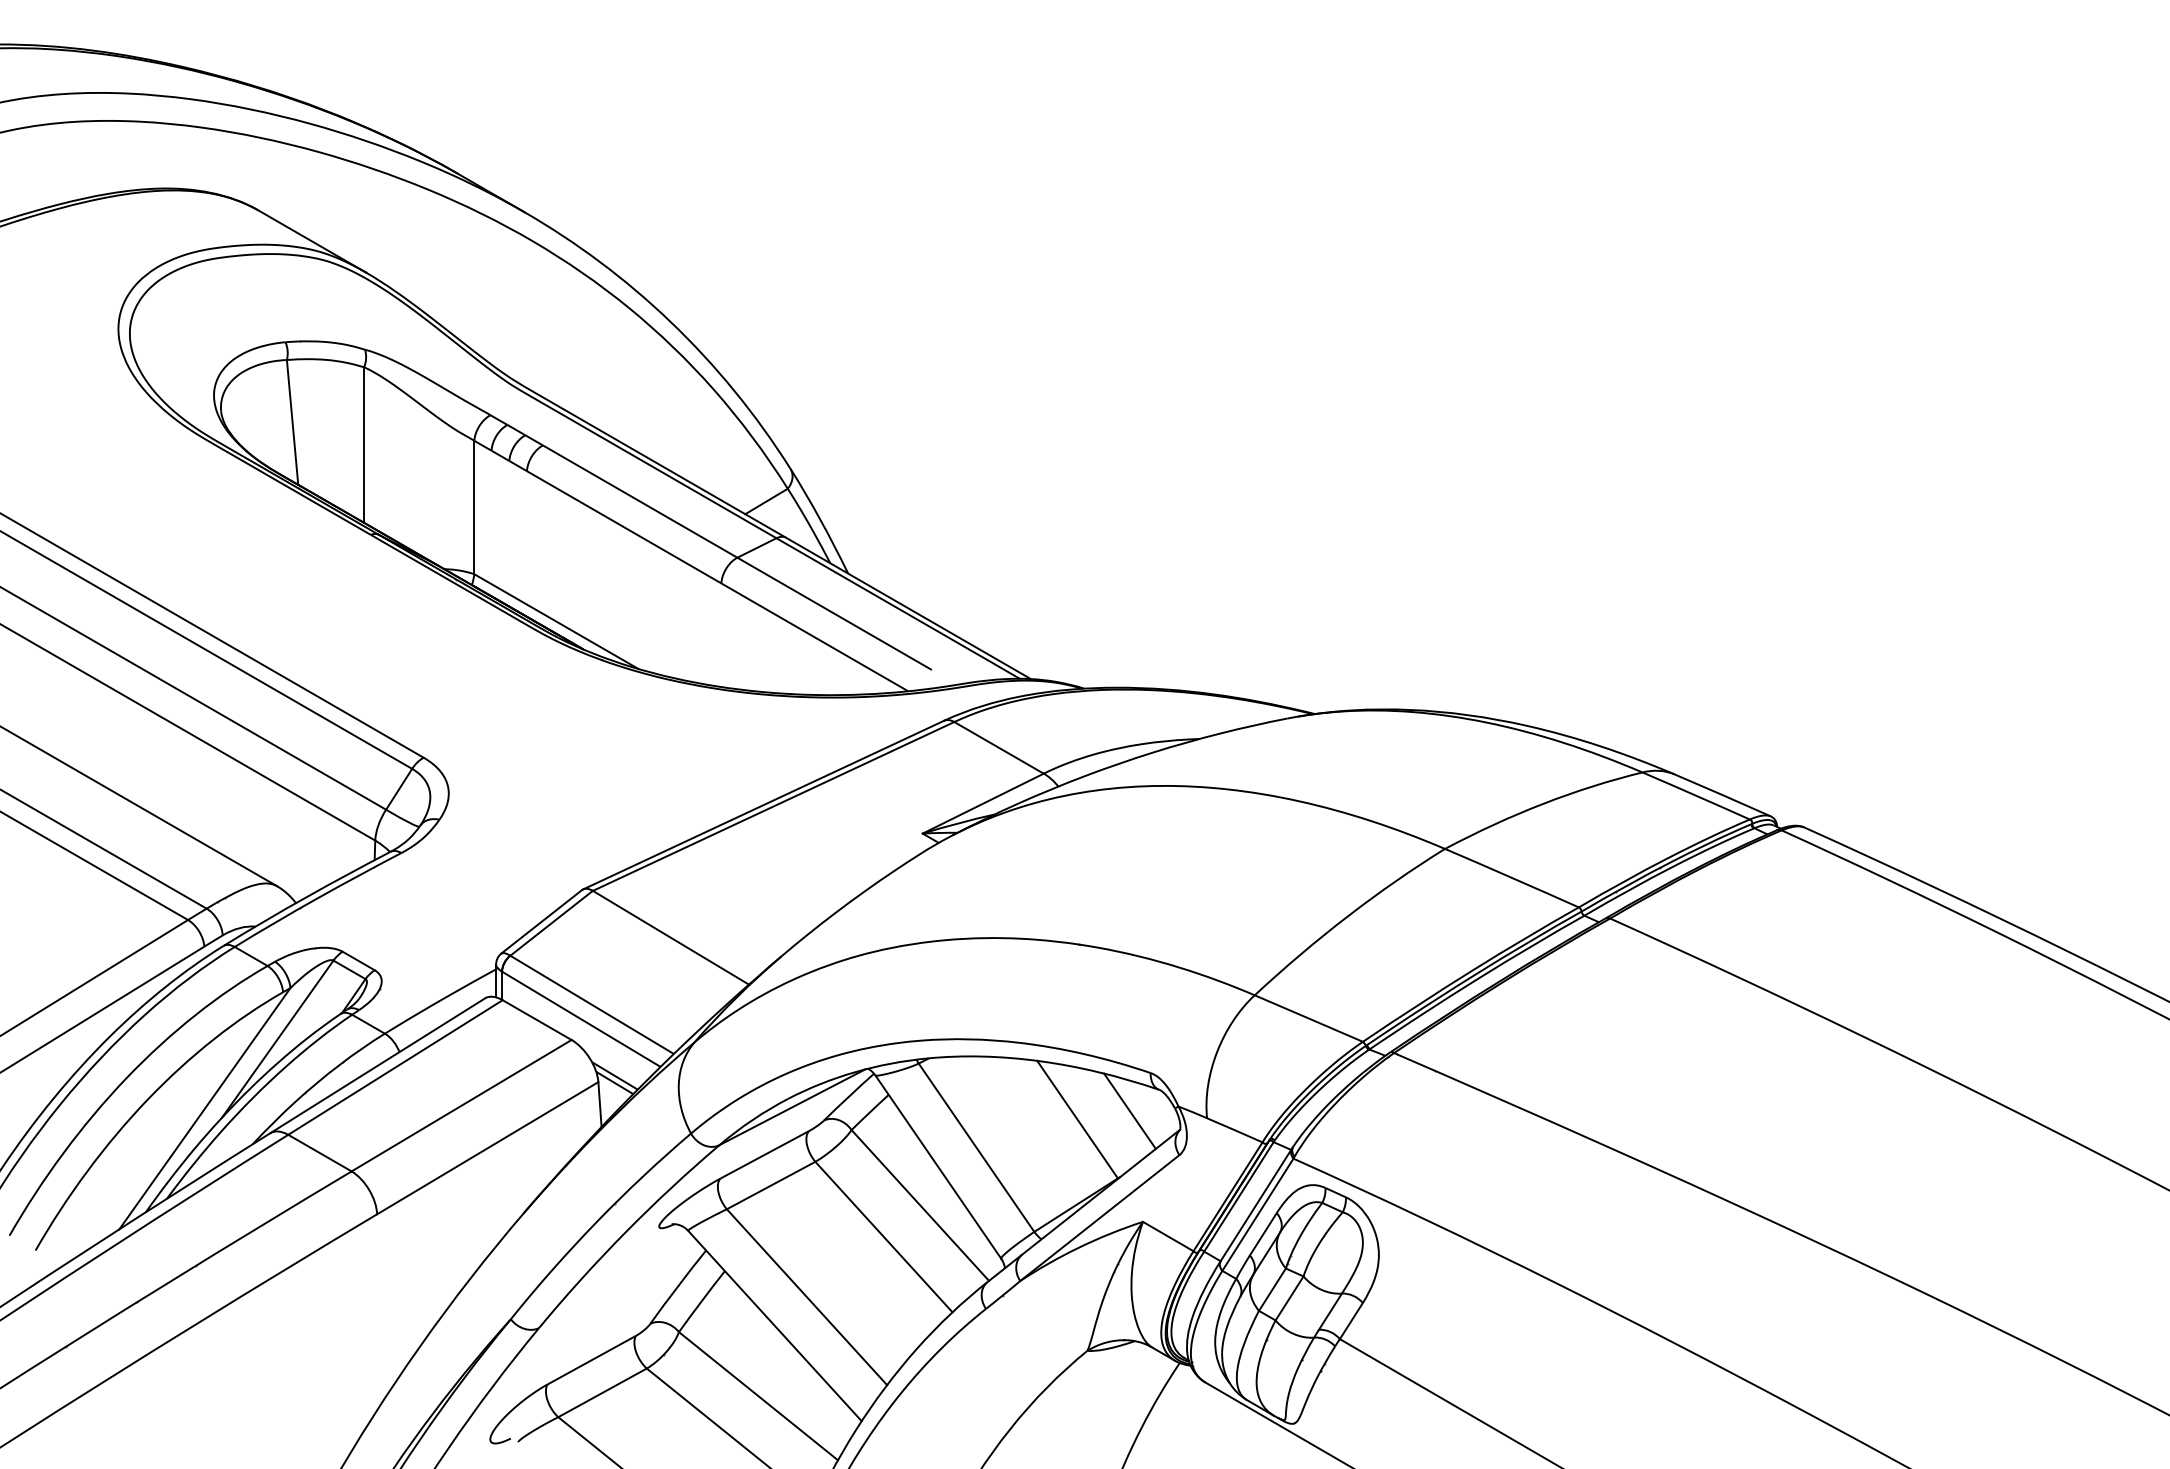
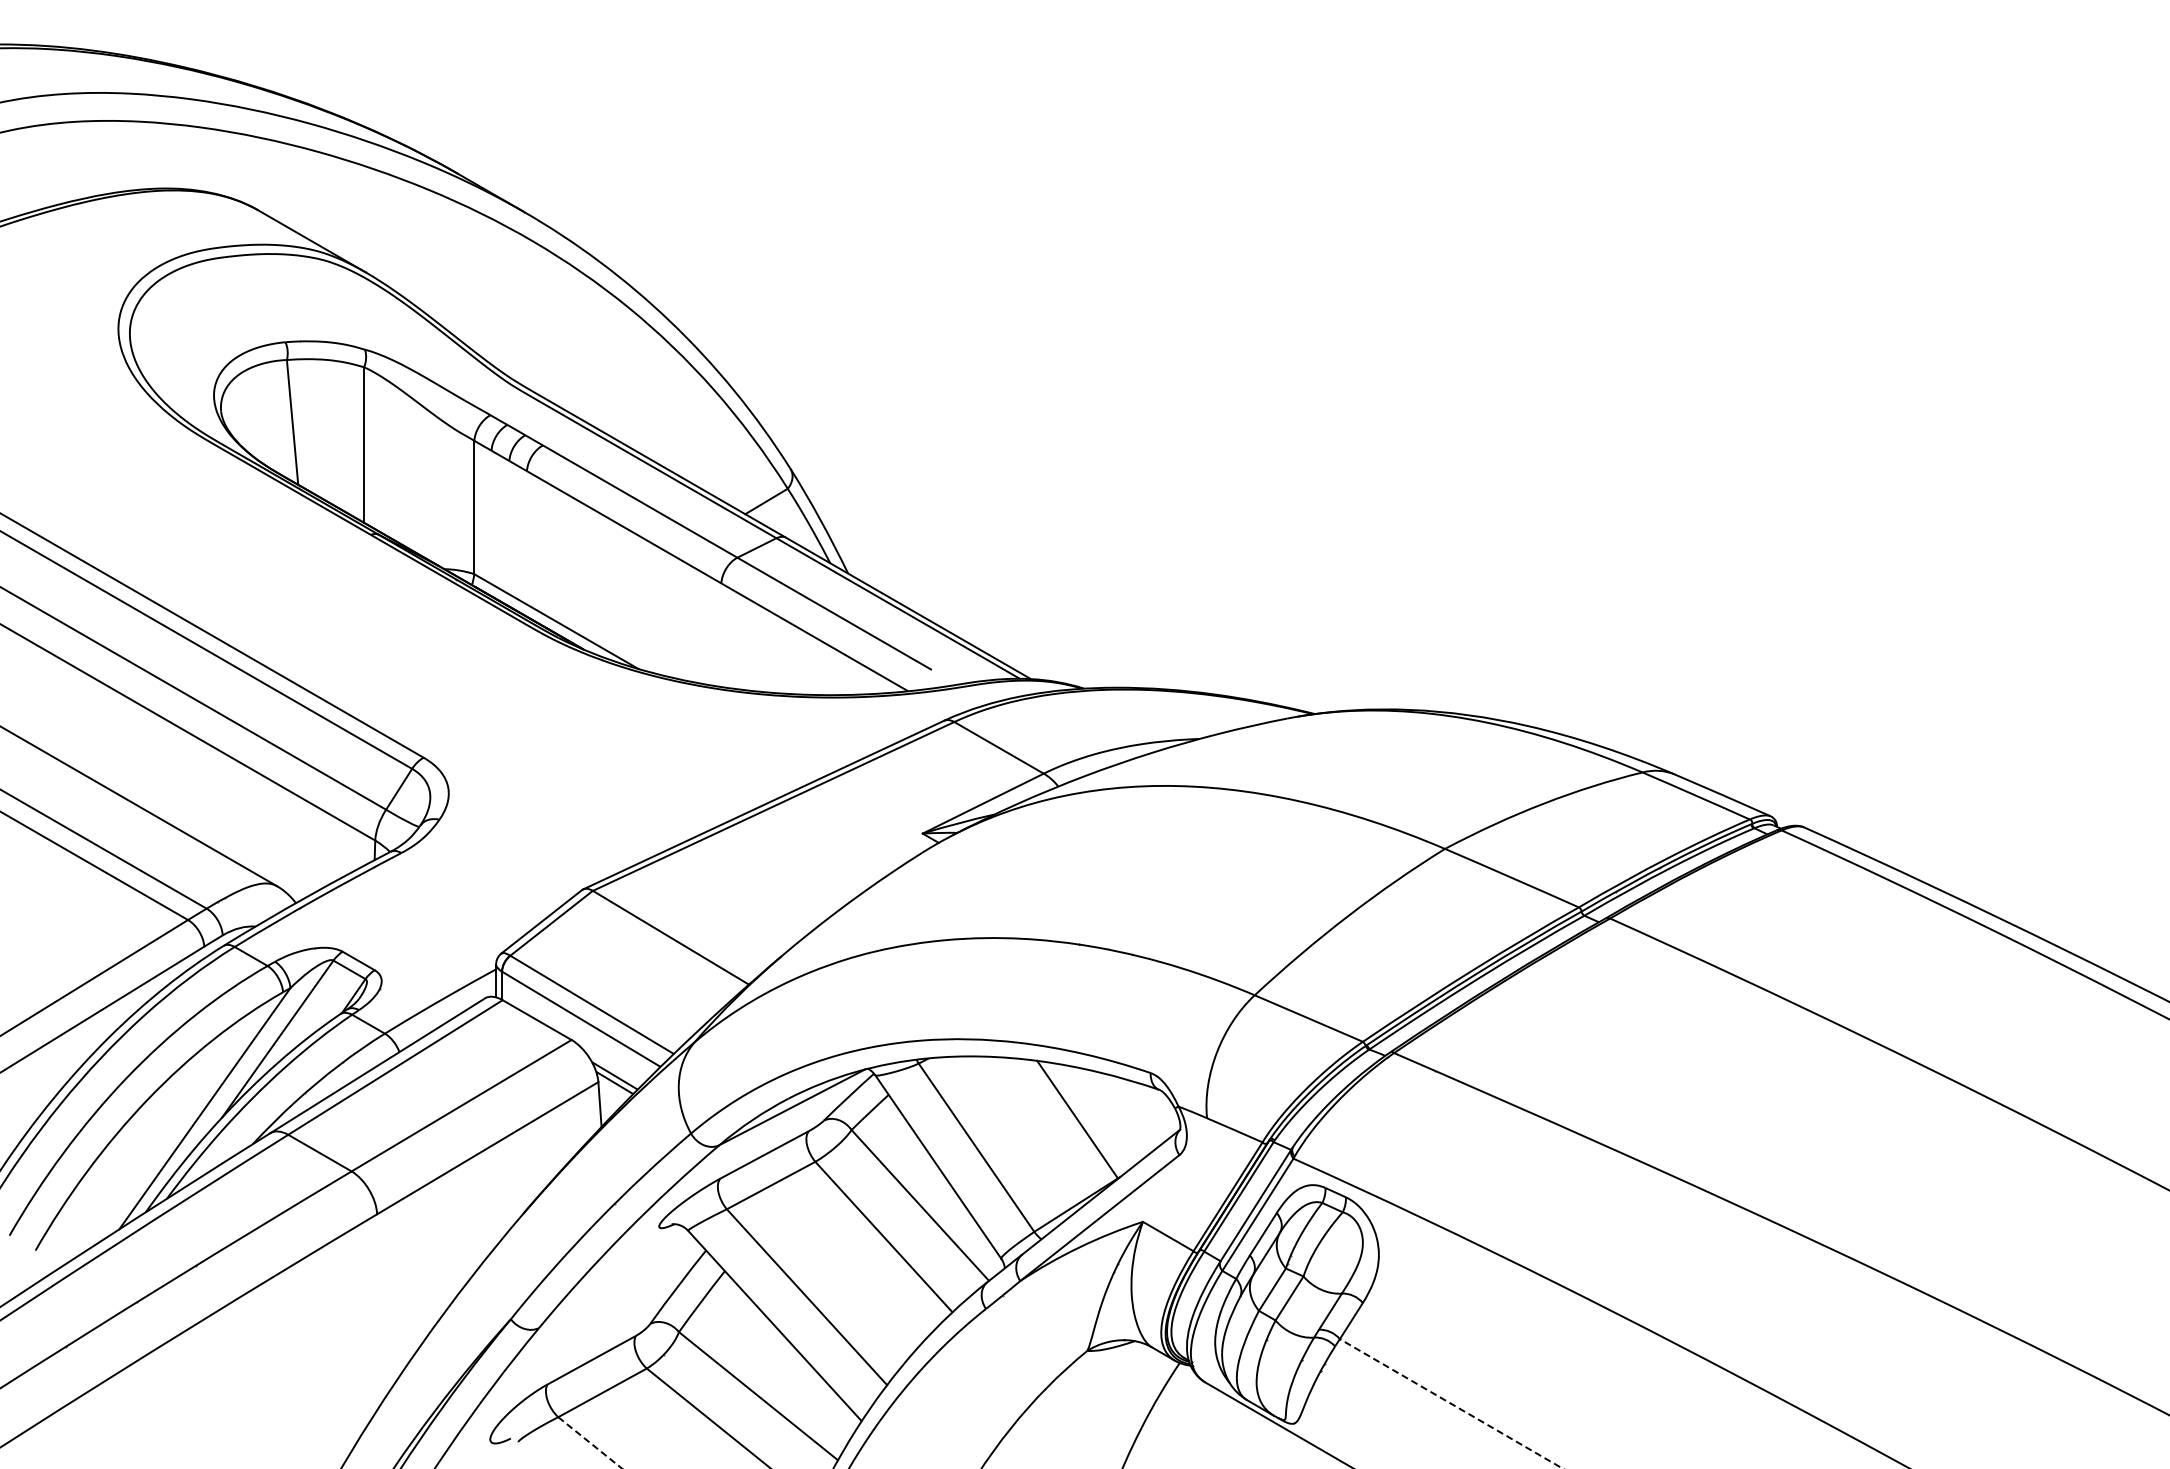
line at (1129, 1110): present -> none
line at (1451, 1403): solid -> dashed
line at (590, 1442): solid -> dashed
